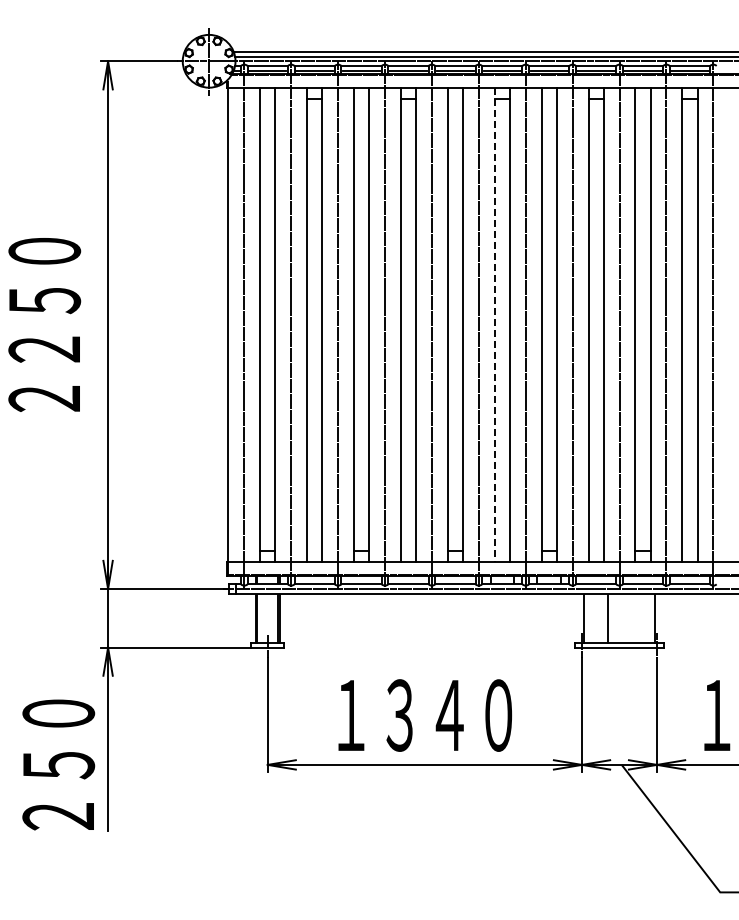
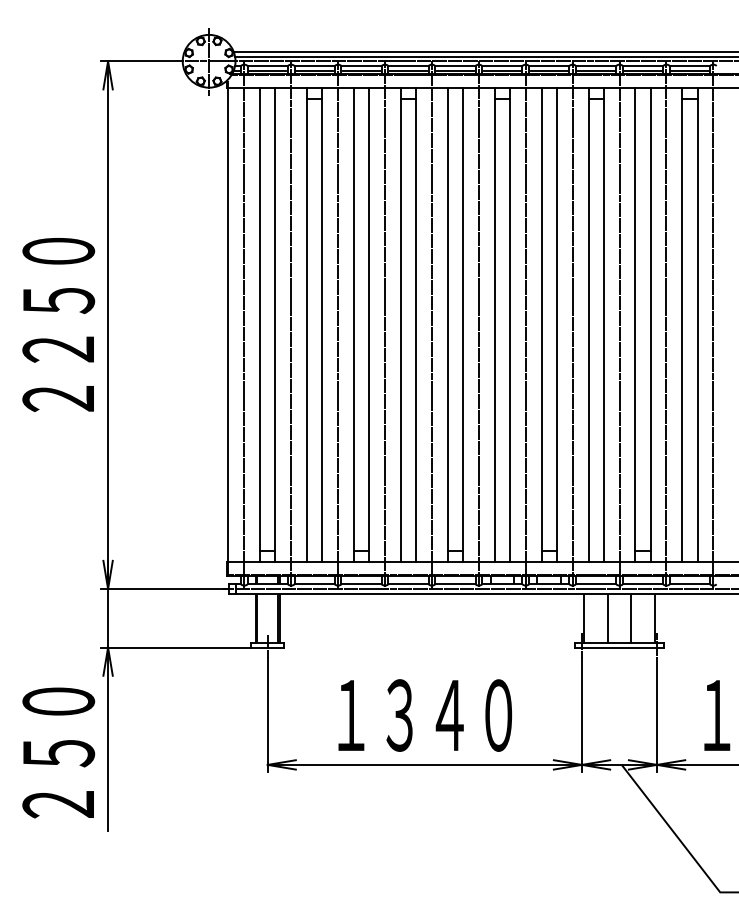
text at (44, 324) position: (44, 324) -> (58, 324)
line at (494, 325): dashed -> solid
line at (631, 618): none -> present
text at (58, 764) position: (58, 764) -> (58, 752)
